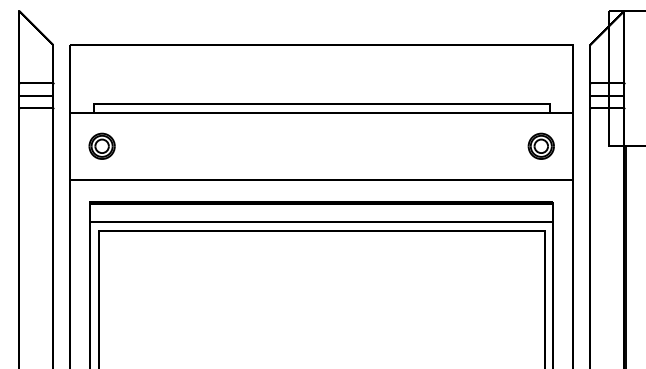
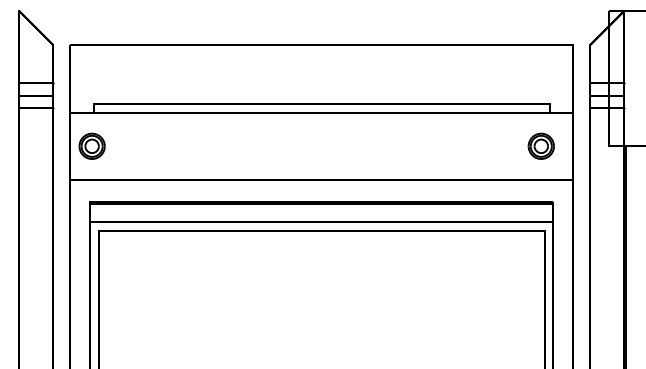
part at (101, 145) position: (101, 145) -> (91, 145)
